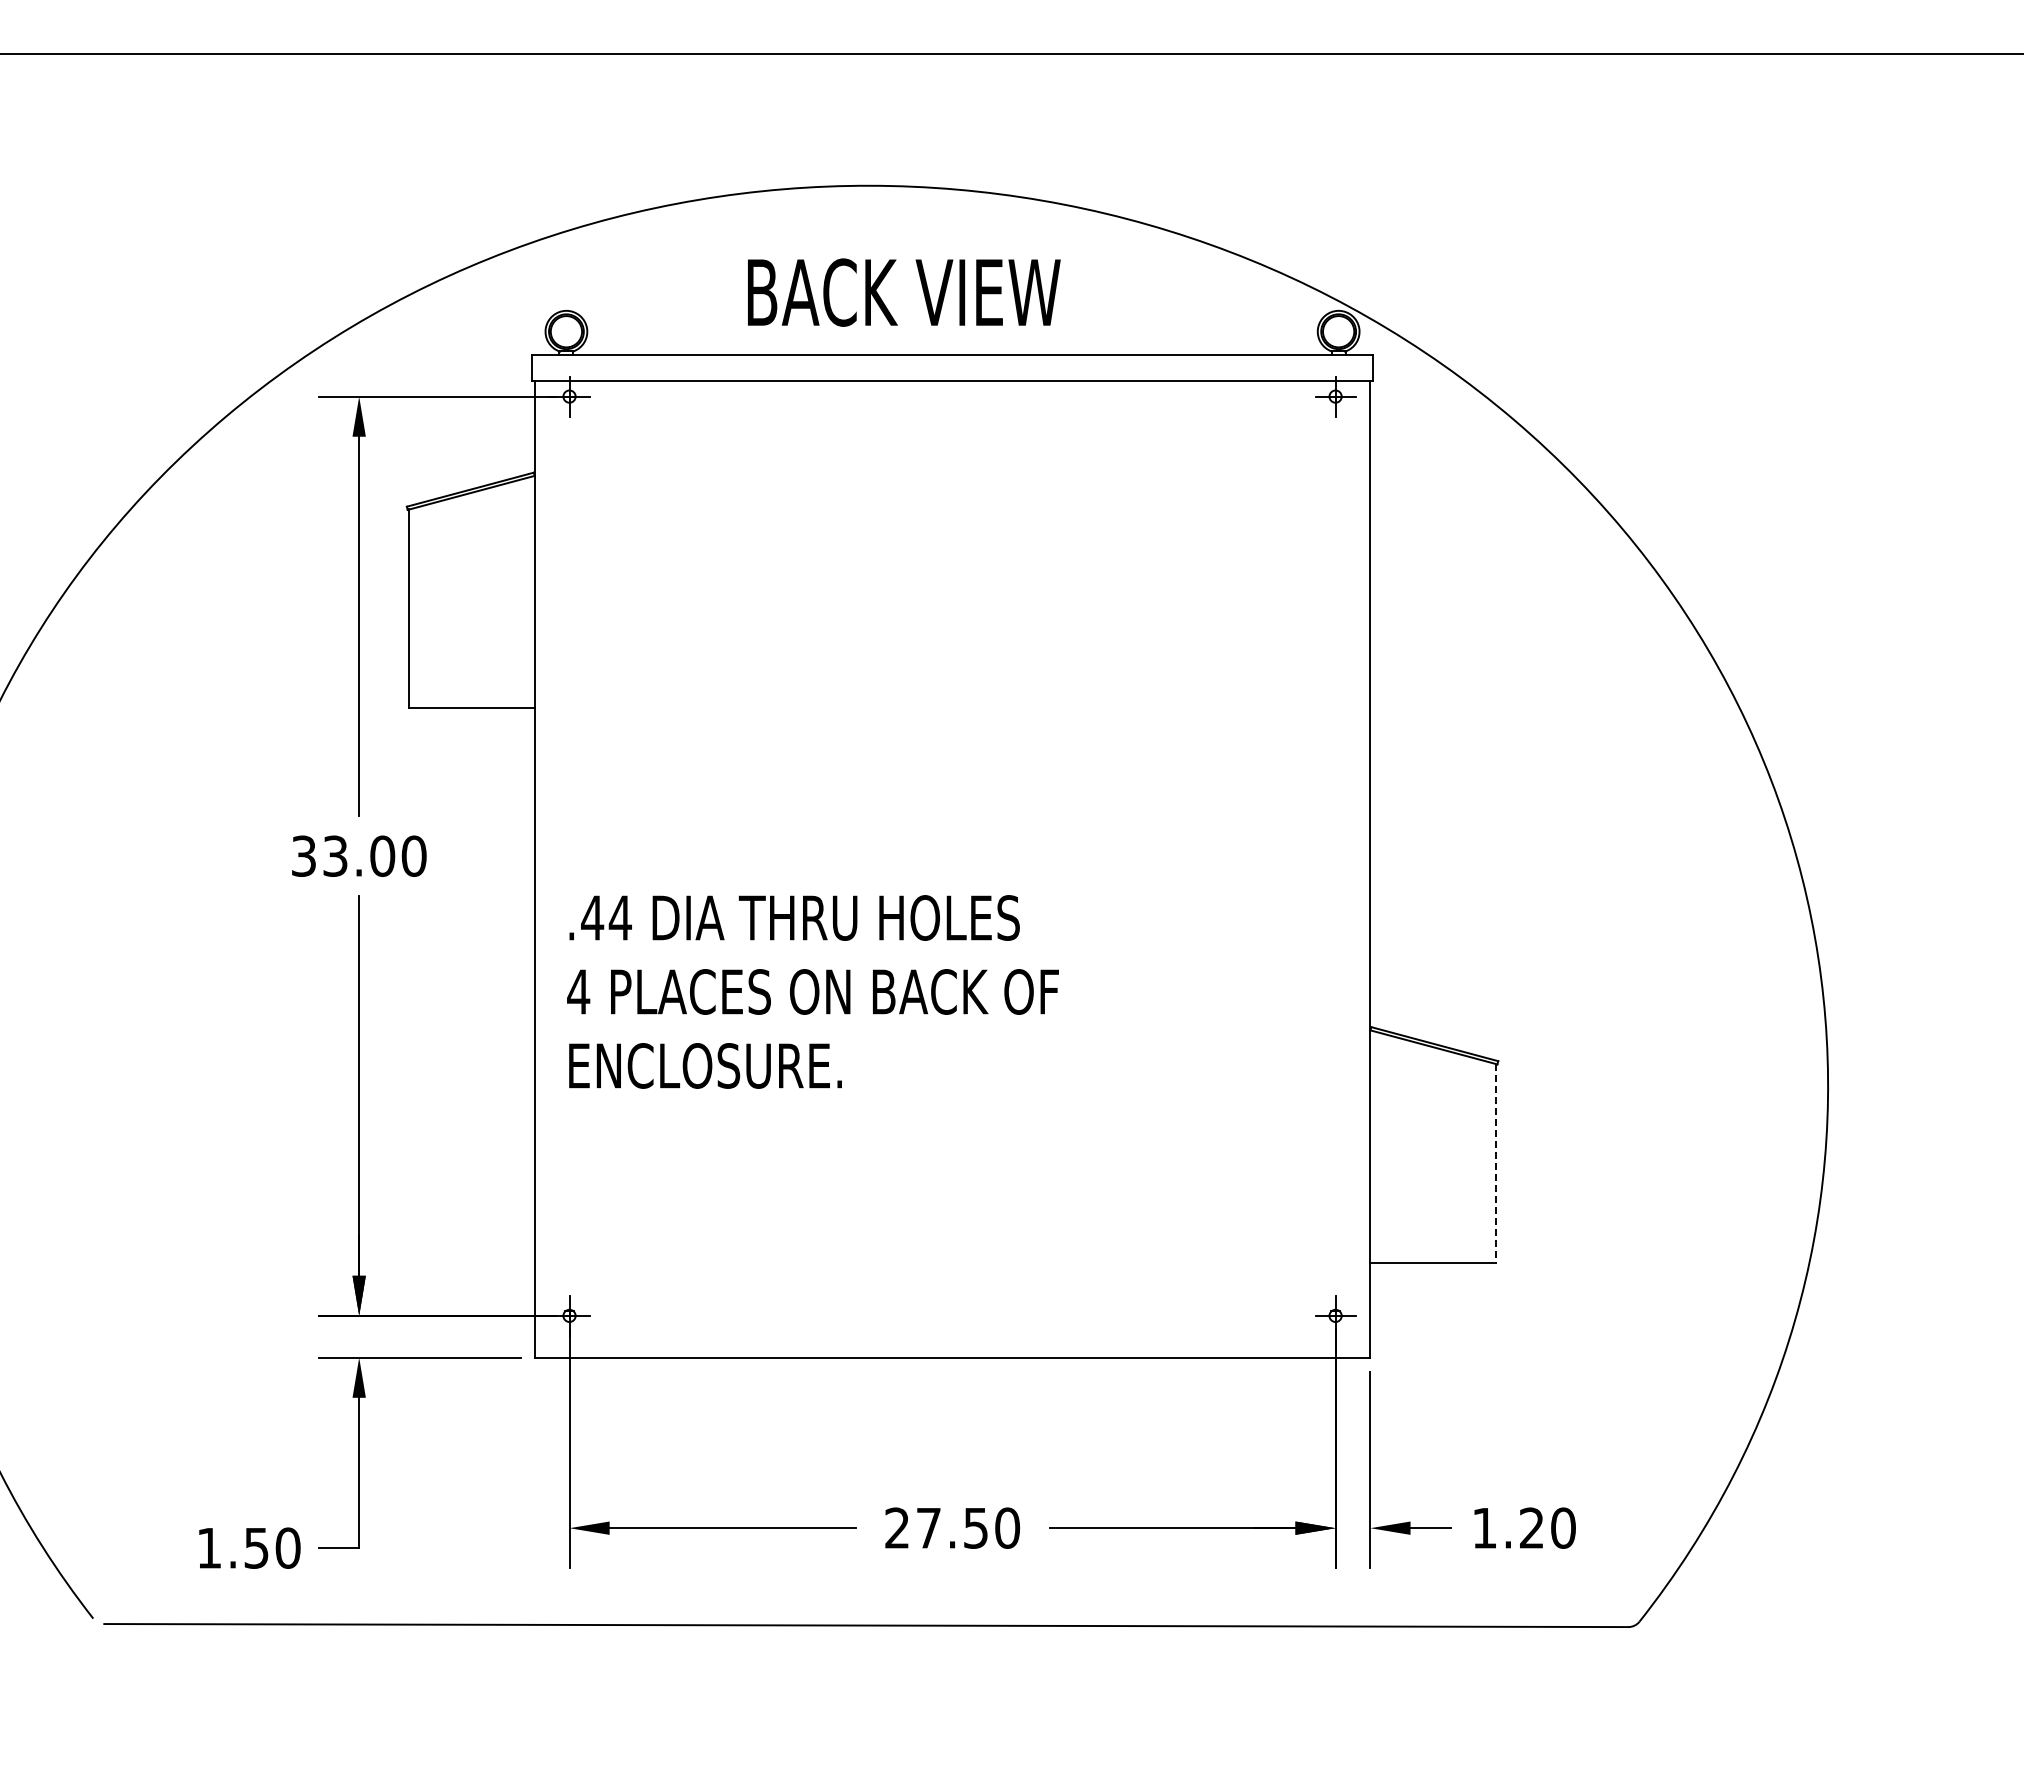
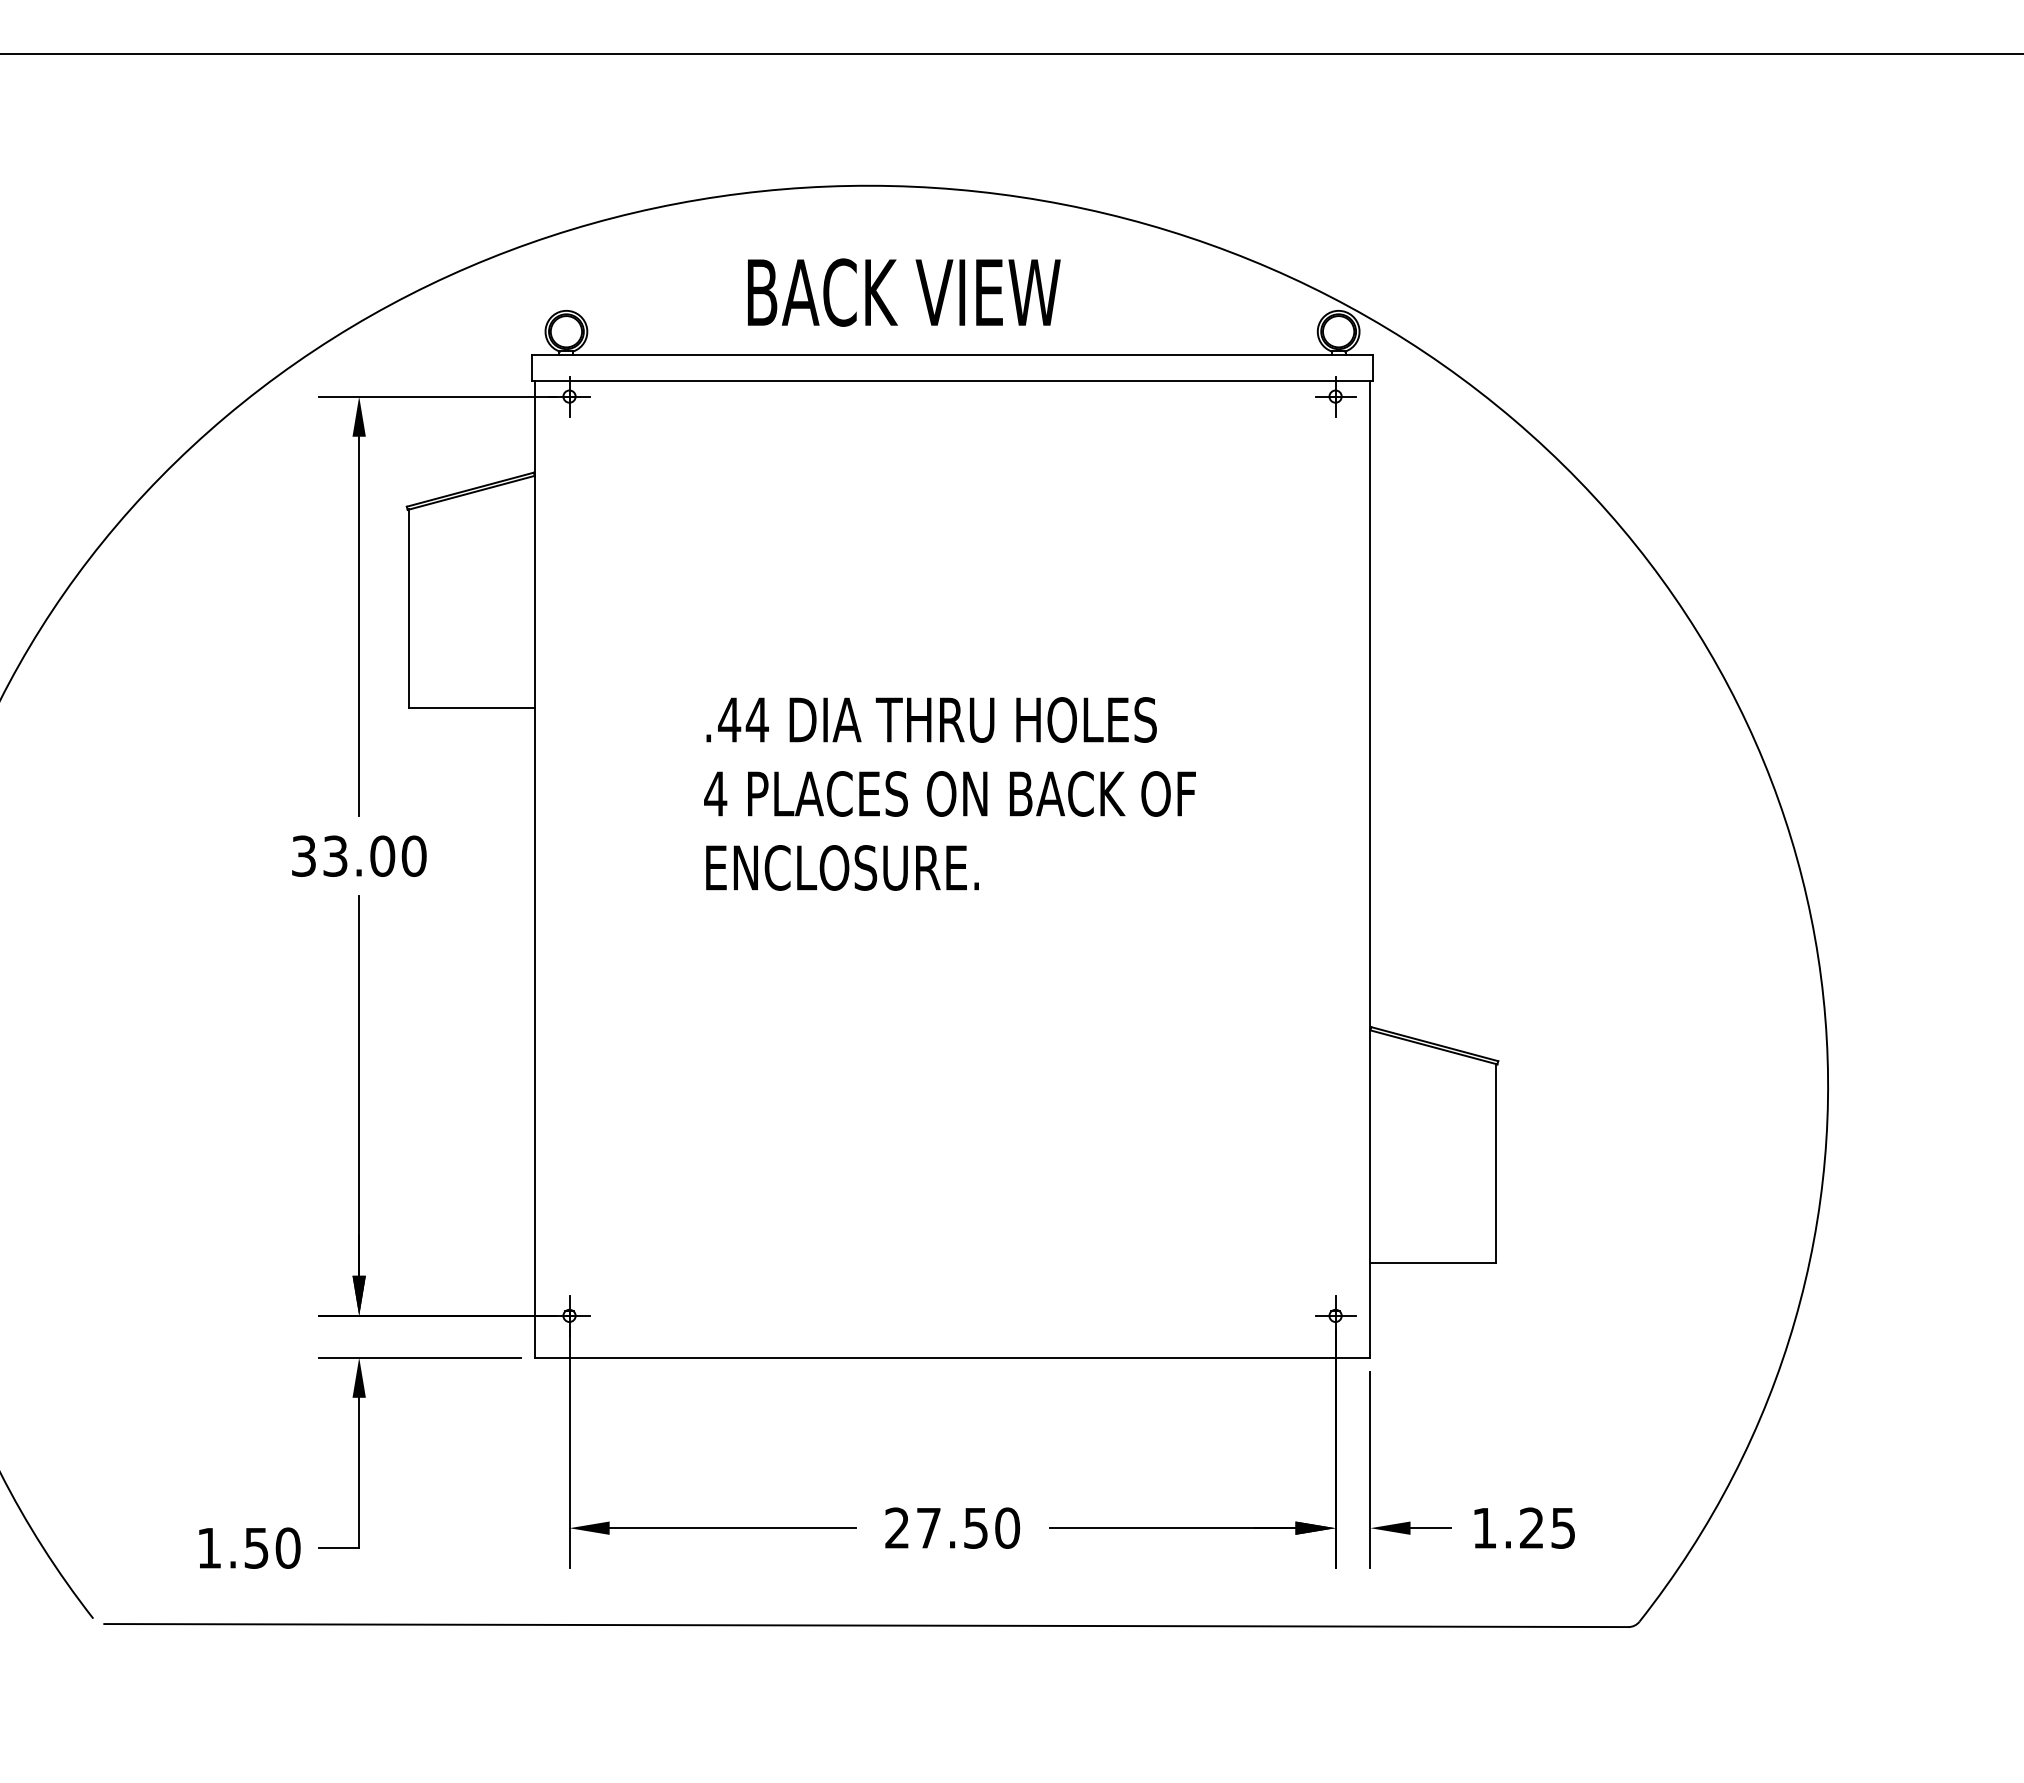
text at (812, 991) position: (812, 991) -> (949, 793)
line at (1495, 1163): dashed -> solid
text at (1563, 1527): 1.20 -> 1.25
